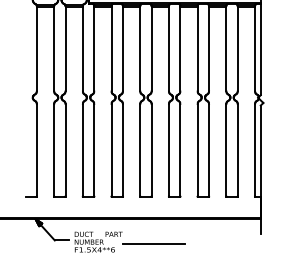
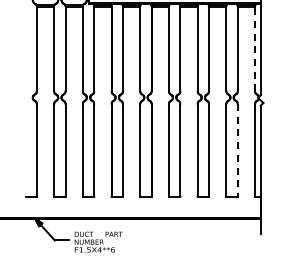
line at (255, 48): solid -> dashed
line at (237, 150): solid -> dashed
line at (153, 243): present -> none
